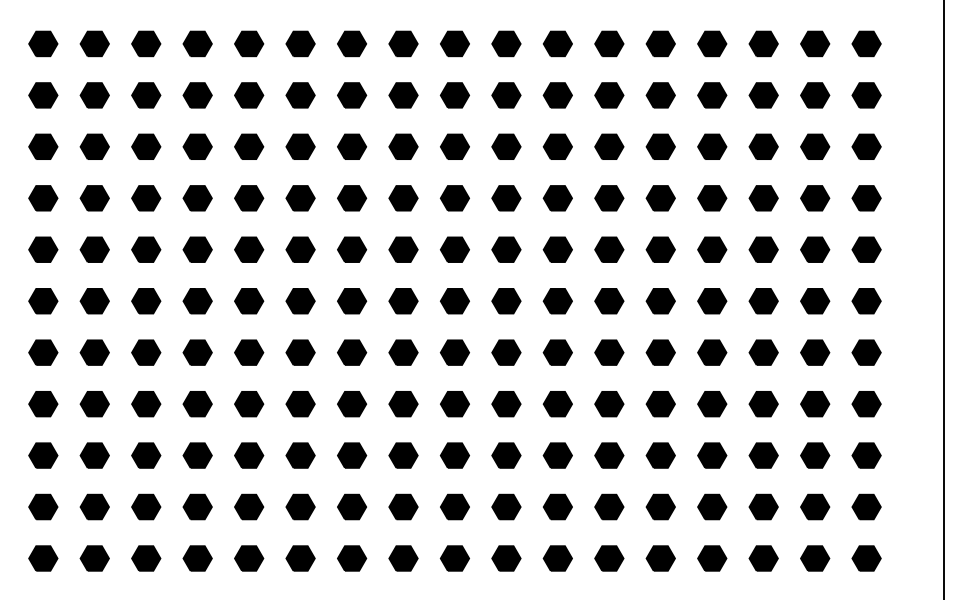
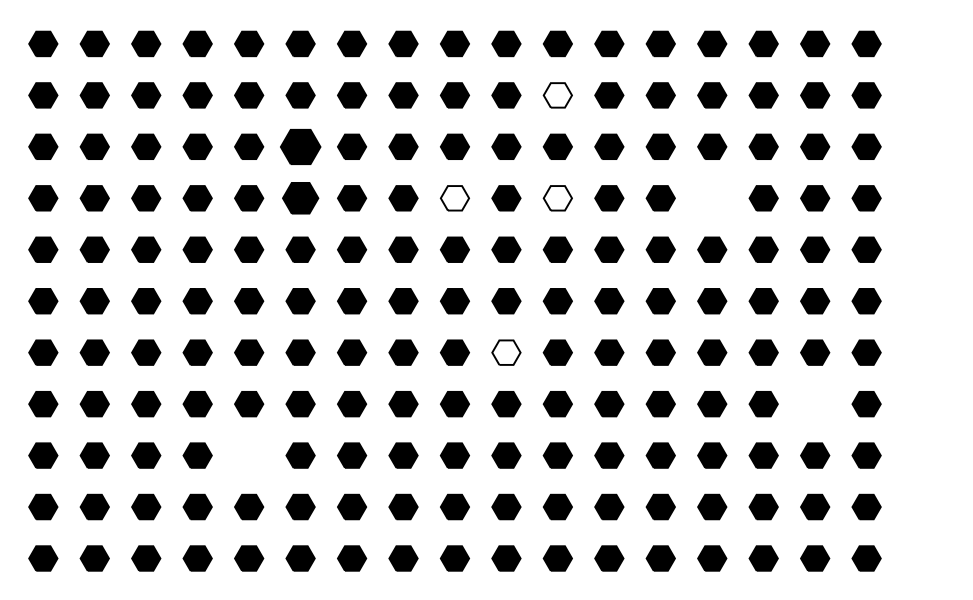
fill at (557, 95): present -> none
part at (300, 146) size: 31x27 px -> 42x36 px
part at (300, 198) size: 31x27 px -> 38x33 px
fill at (454, 198): present -> none
fill at (557, 198): present -> none
part at (712, 198): present -> none
line at (943, 299): present -> none
fill at (506, 352): present -> none
part at (815, 404): present -> none
part at (249, 455): present -> none
